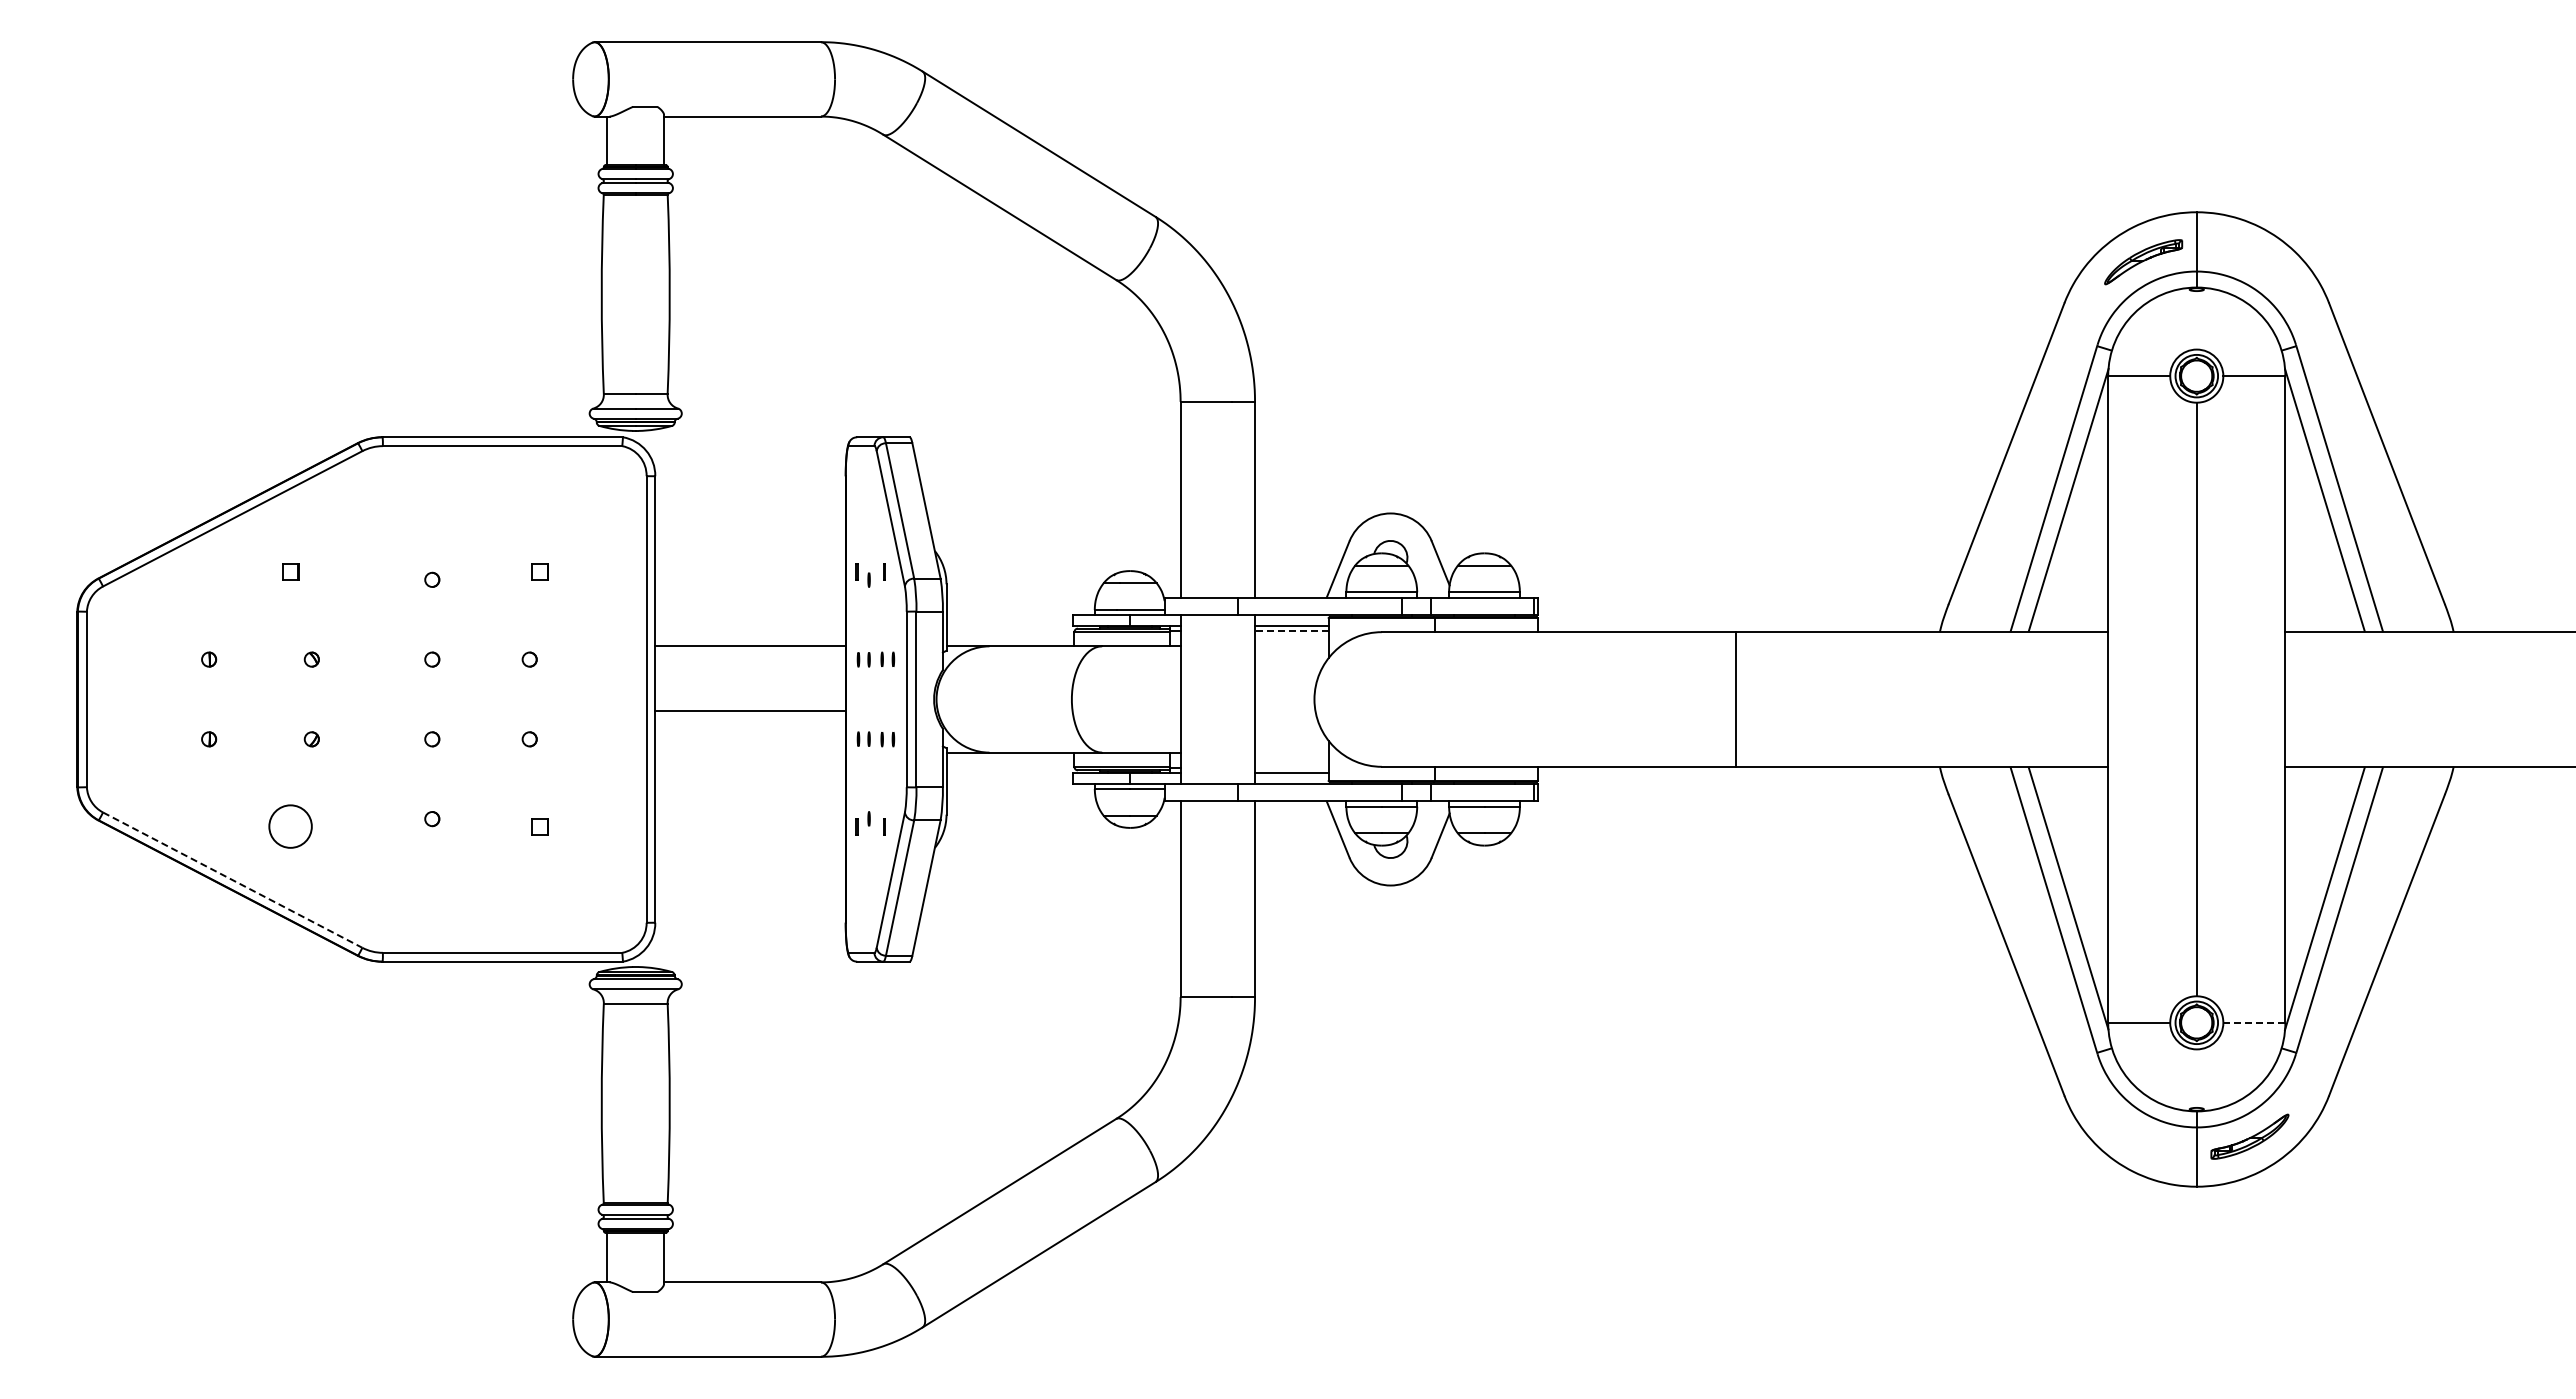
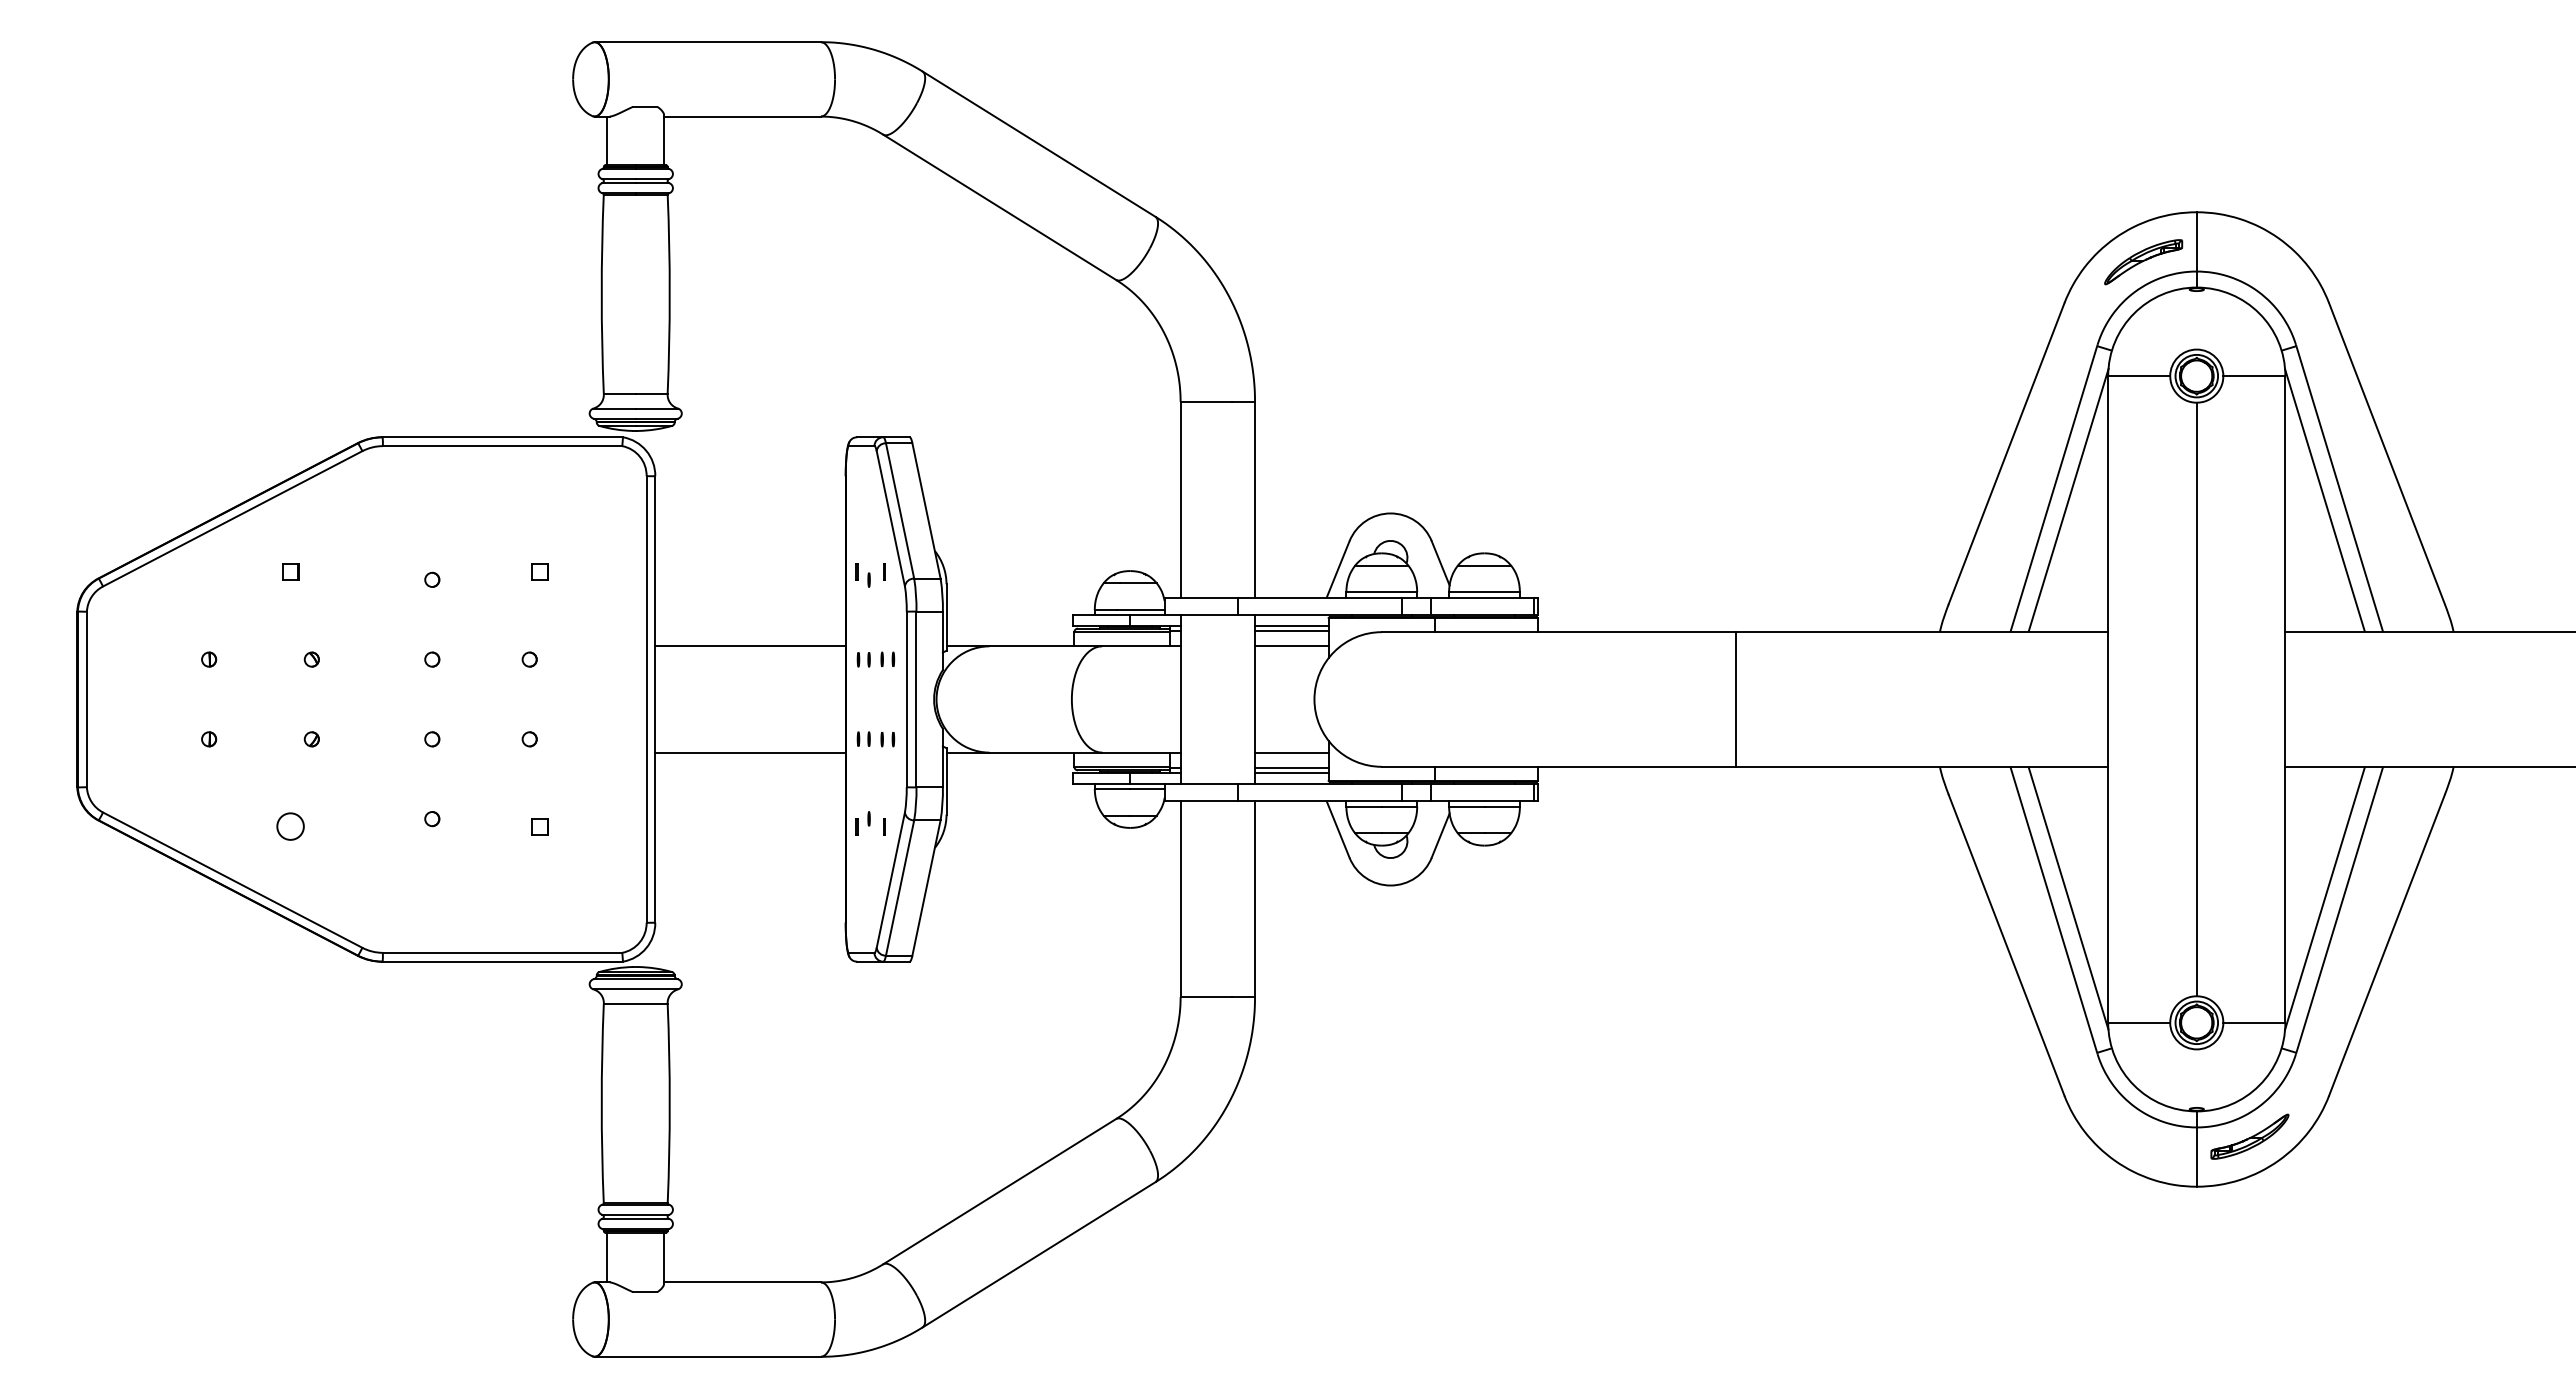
line at (1291, 631): dashed -> solid
line at (1291, 646): none -> present
line at (750, 710) position: (750, 710) -> (750, 752)
line at (1291, 752): none -> present
line at (1291, 767): none -> present
circle at (290, 826) diameter: 43 px -> 27 px
line at (233, 880): dashed -> solid
line at (2253, 1022): dashed -> solid
